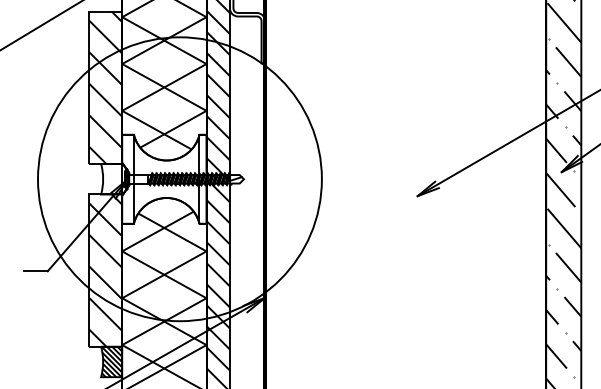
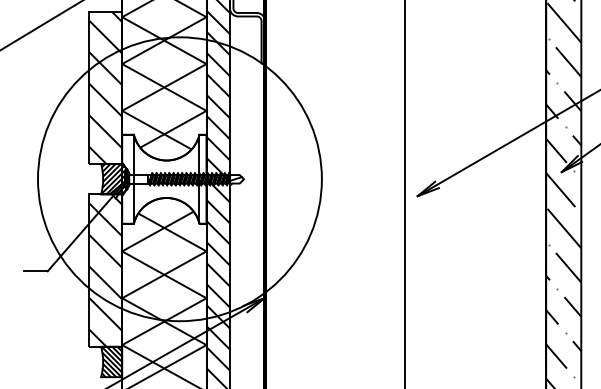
hatch at (113, 179): none -> present
line at (404, 193): none -> present
